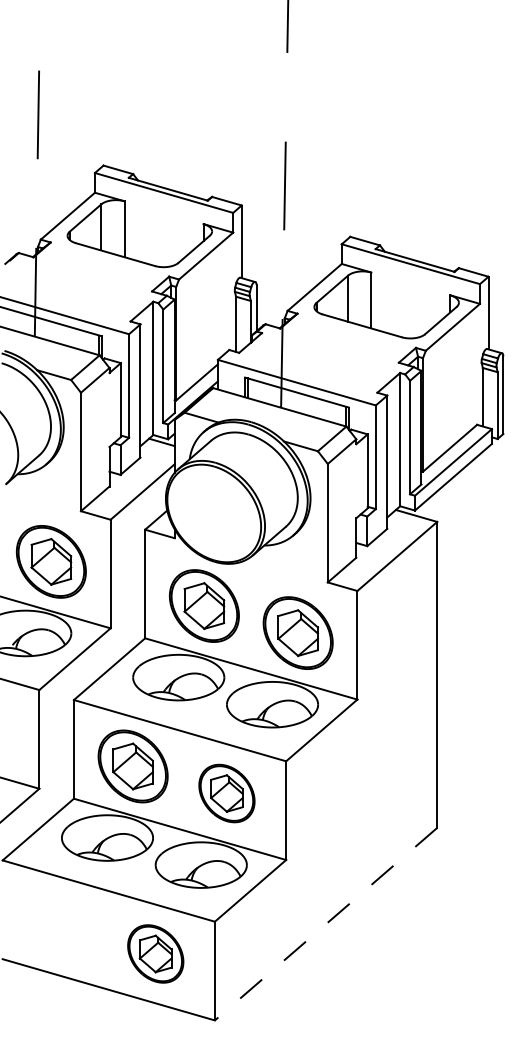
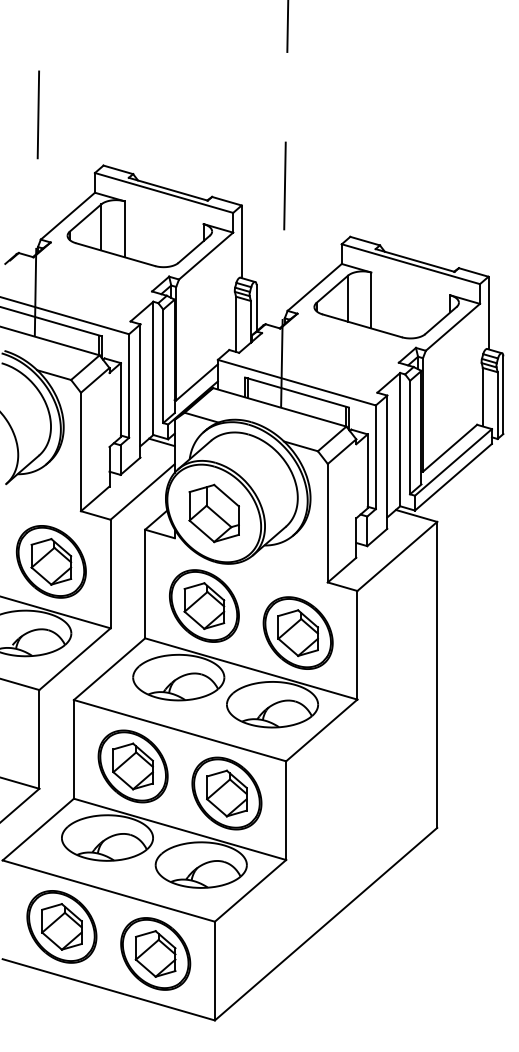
part at (213, 513): none -> present
part at (226, 793) size: 58x61 px -> 72x75 px
line at (325, 924): dashed -> solid
part at (61, 926): none -> present
part at (155, 953) size: 58x60 px -> 72x74 px
